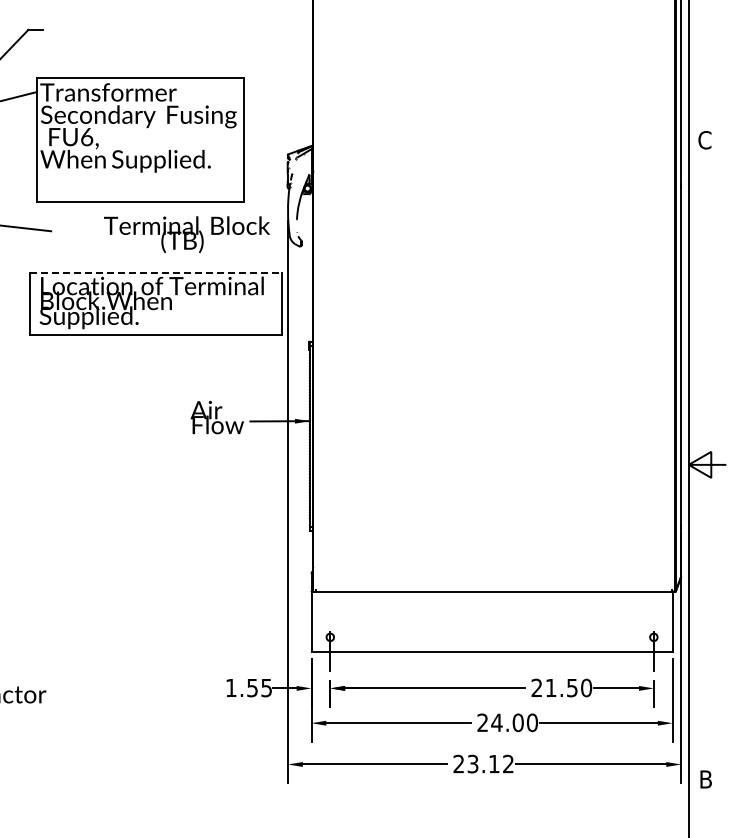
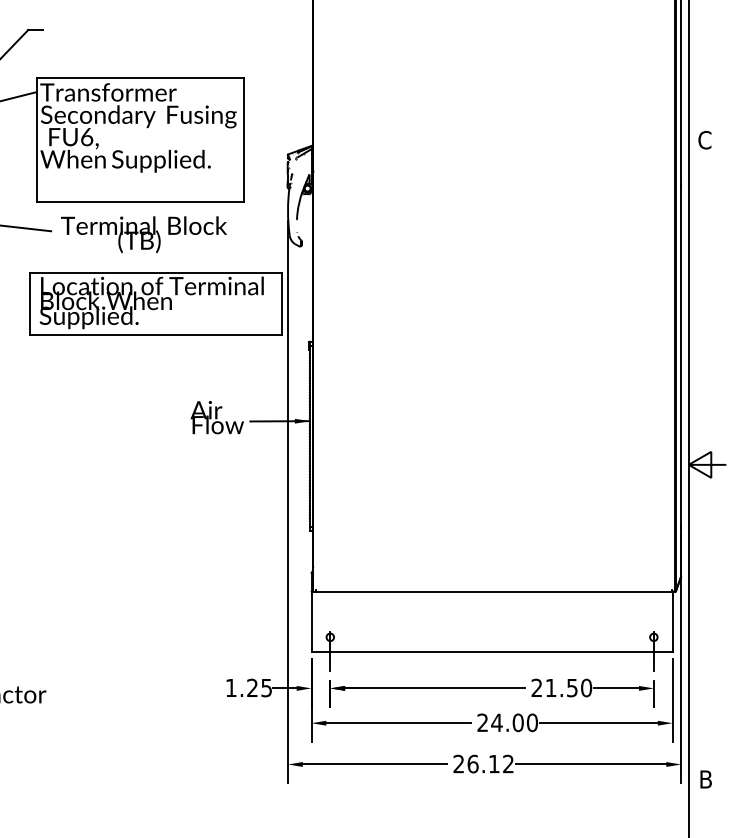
text at (186, 234) position: (186, 234) -> (143, 234)
line at (156, 273): dashed -> solid
text at (252, 687): 1.55 -> 1.25
text at (472, 763): 23.12 -> 26.12
